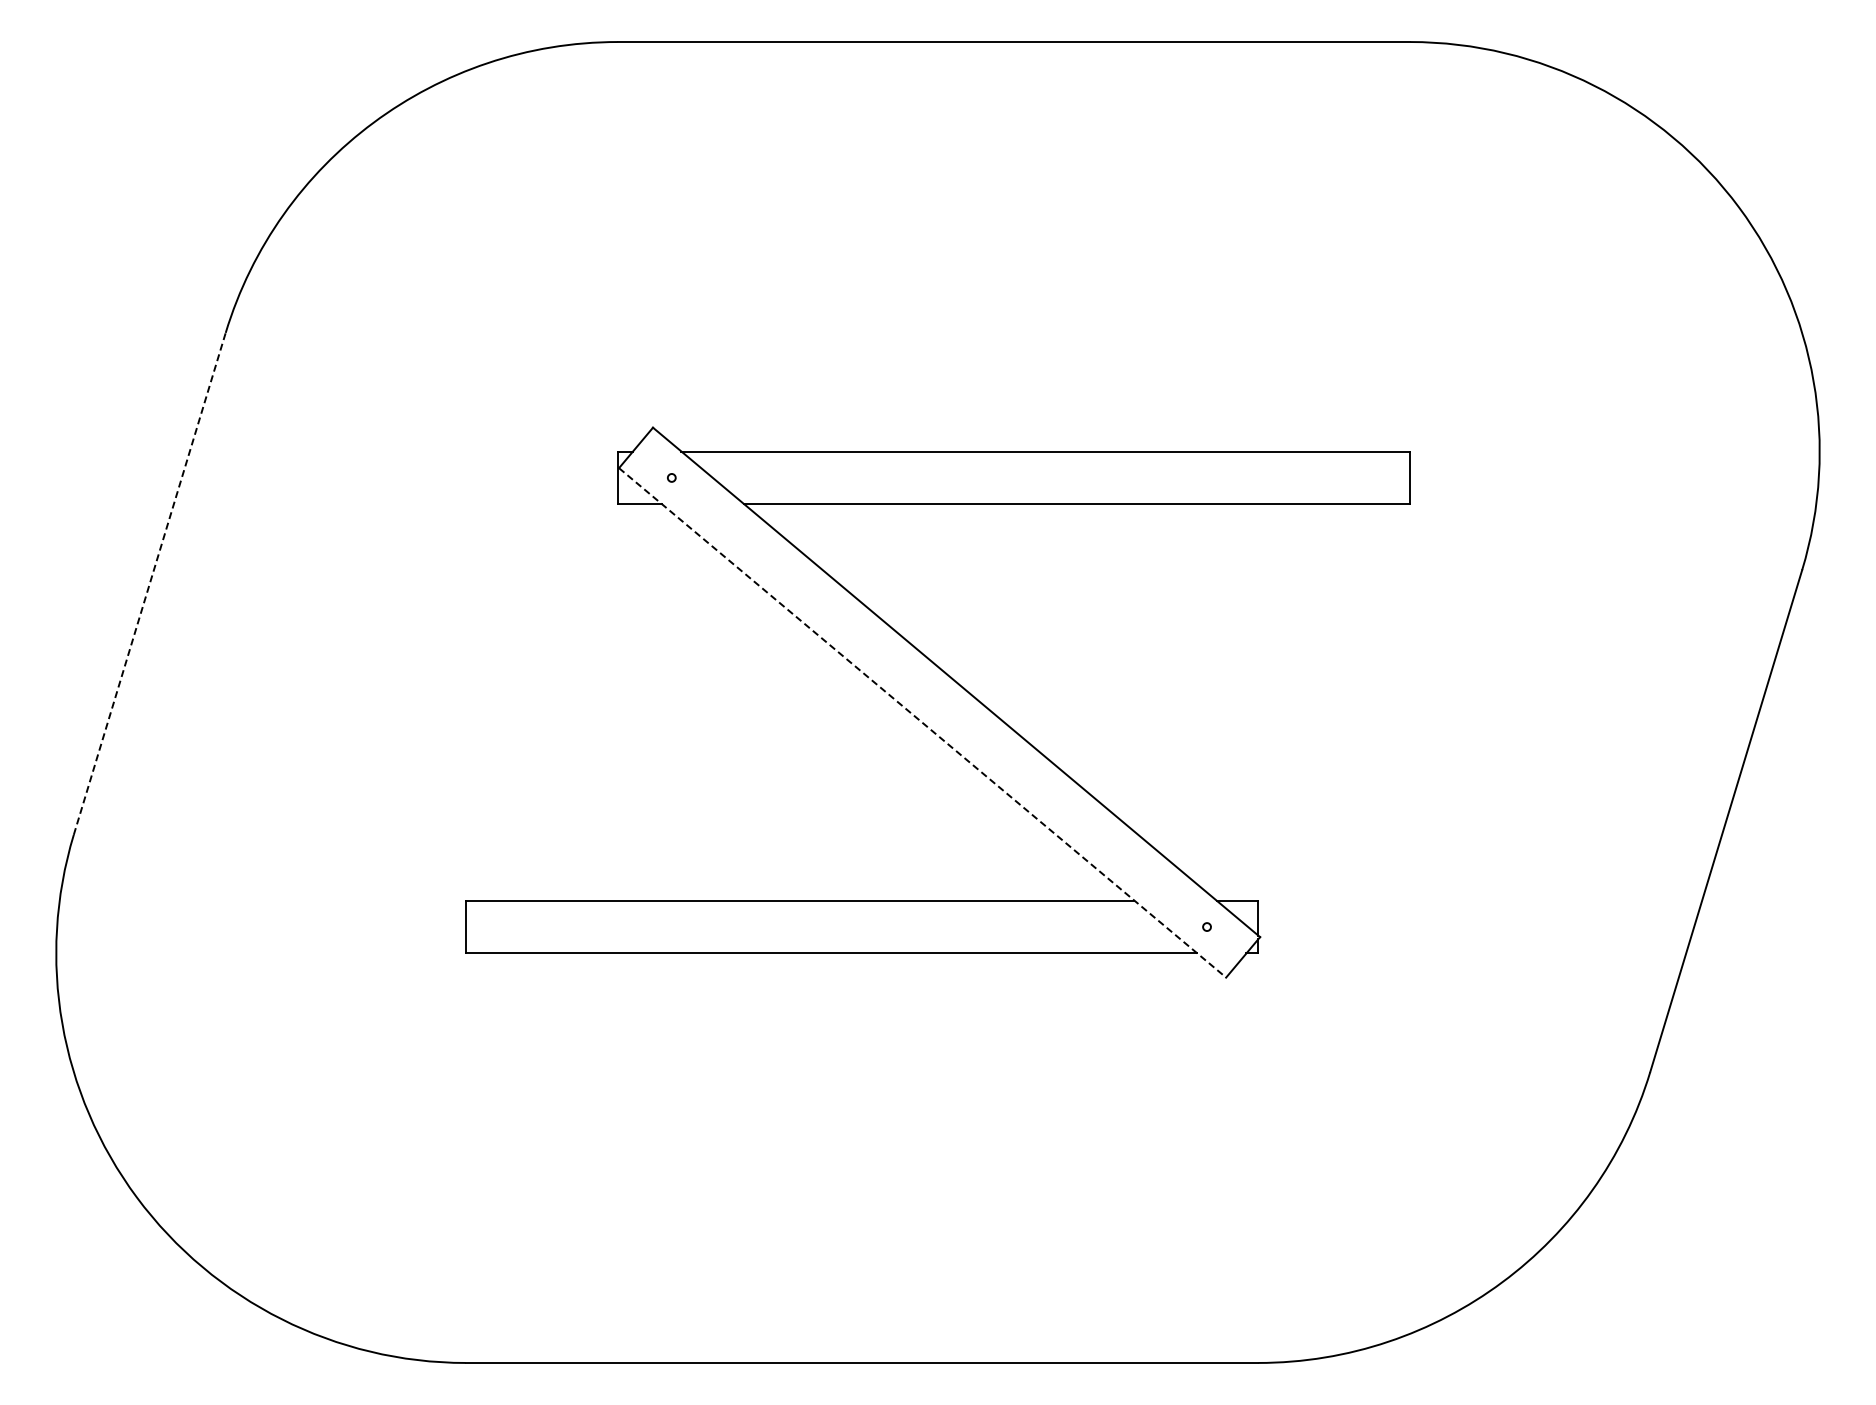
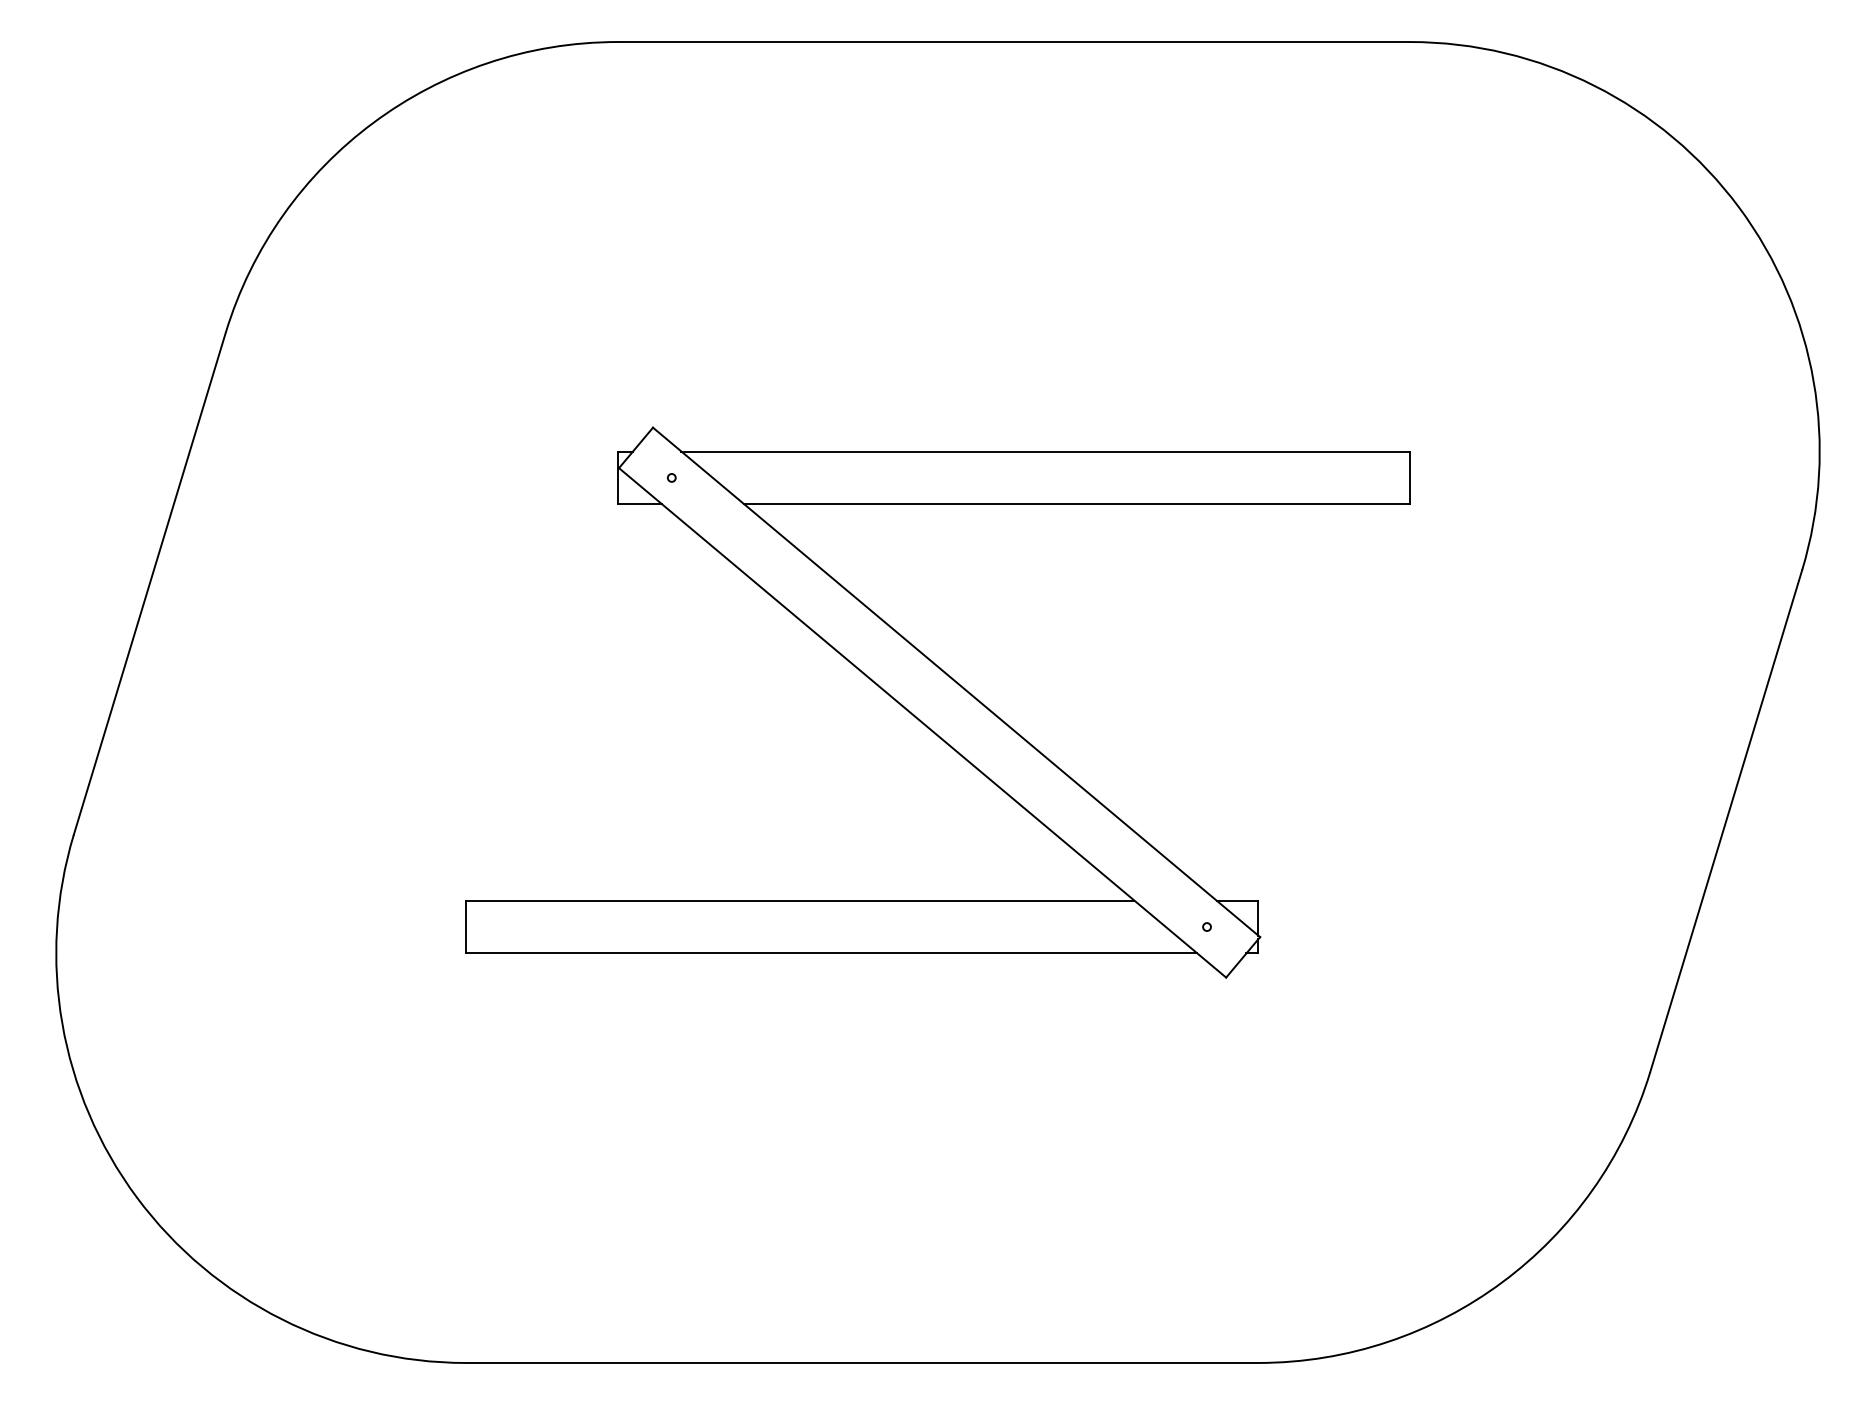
line at (149, 583): dashed -> solid
line at (922, 723): dashed -> solid
